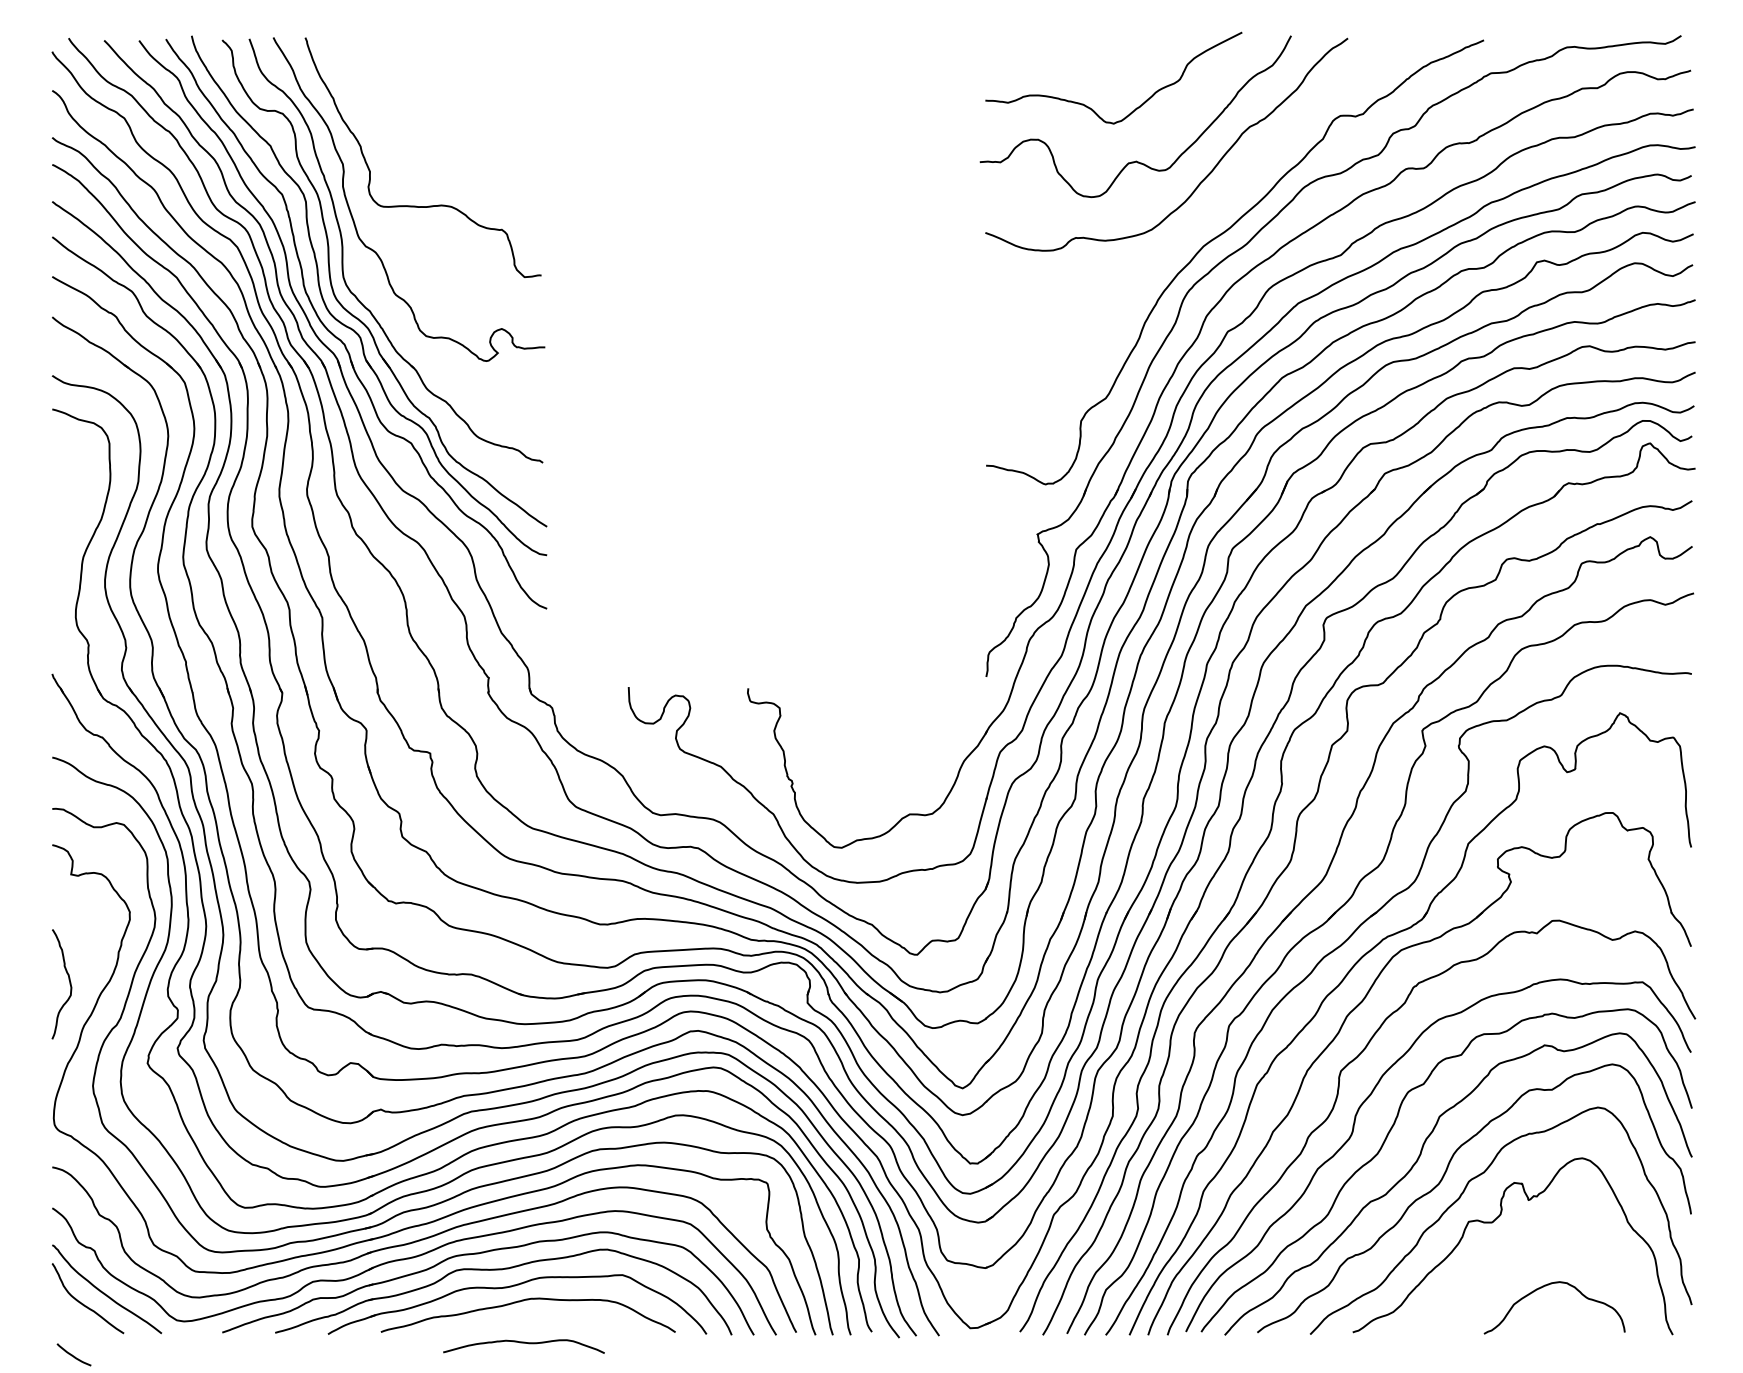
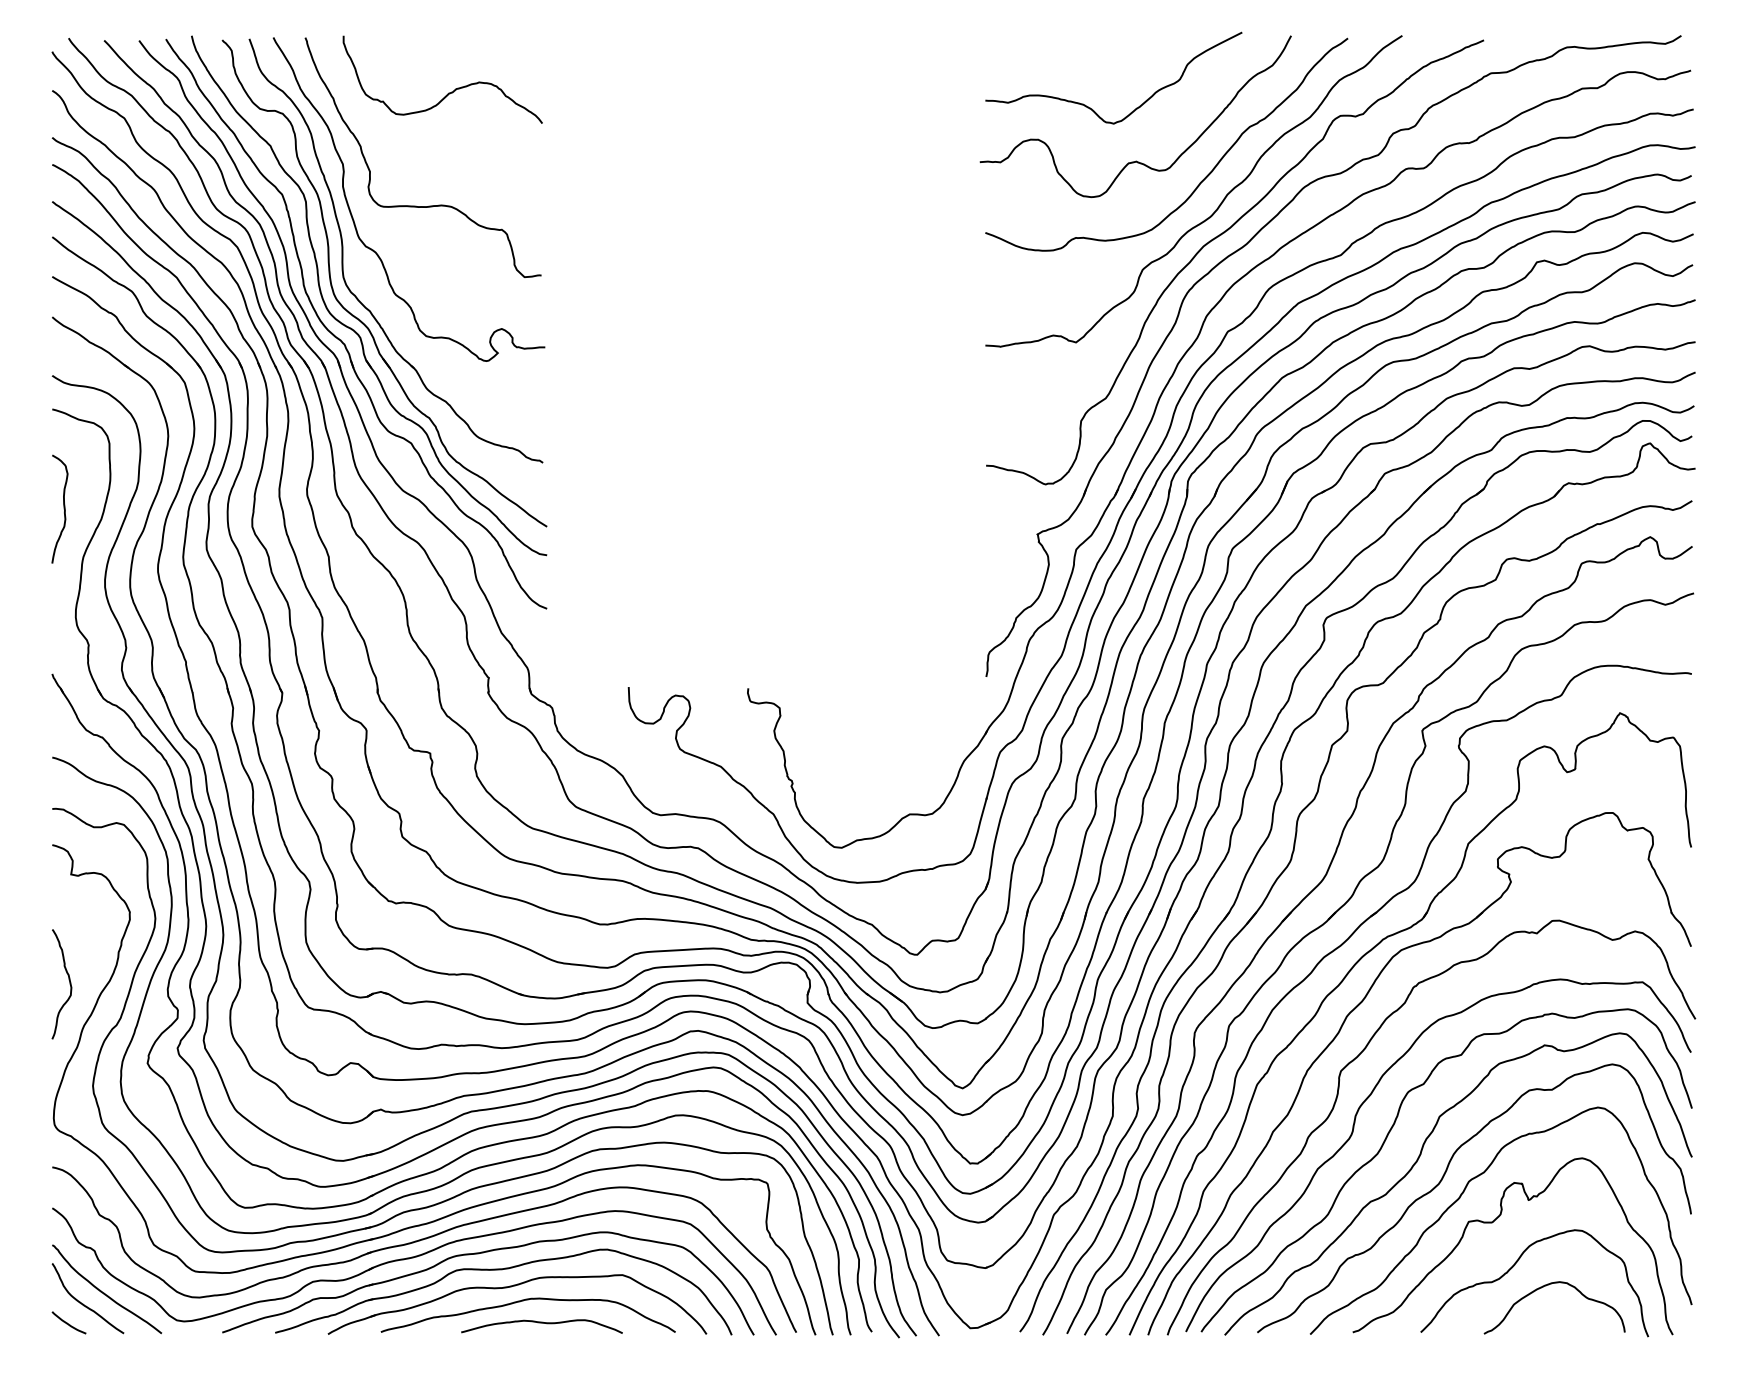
curve at (448, 92): none -> present
curve at (1215, 209): none -> present
curve at (63, 508): none -> present
curve at (1515, 1265): none -> present
curve at (523, 1343) position: (523, 1343) -> (541, 1323)
curve at (72, 1354) position: (72, 1354) -> (67, 1322)
